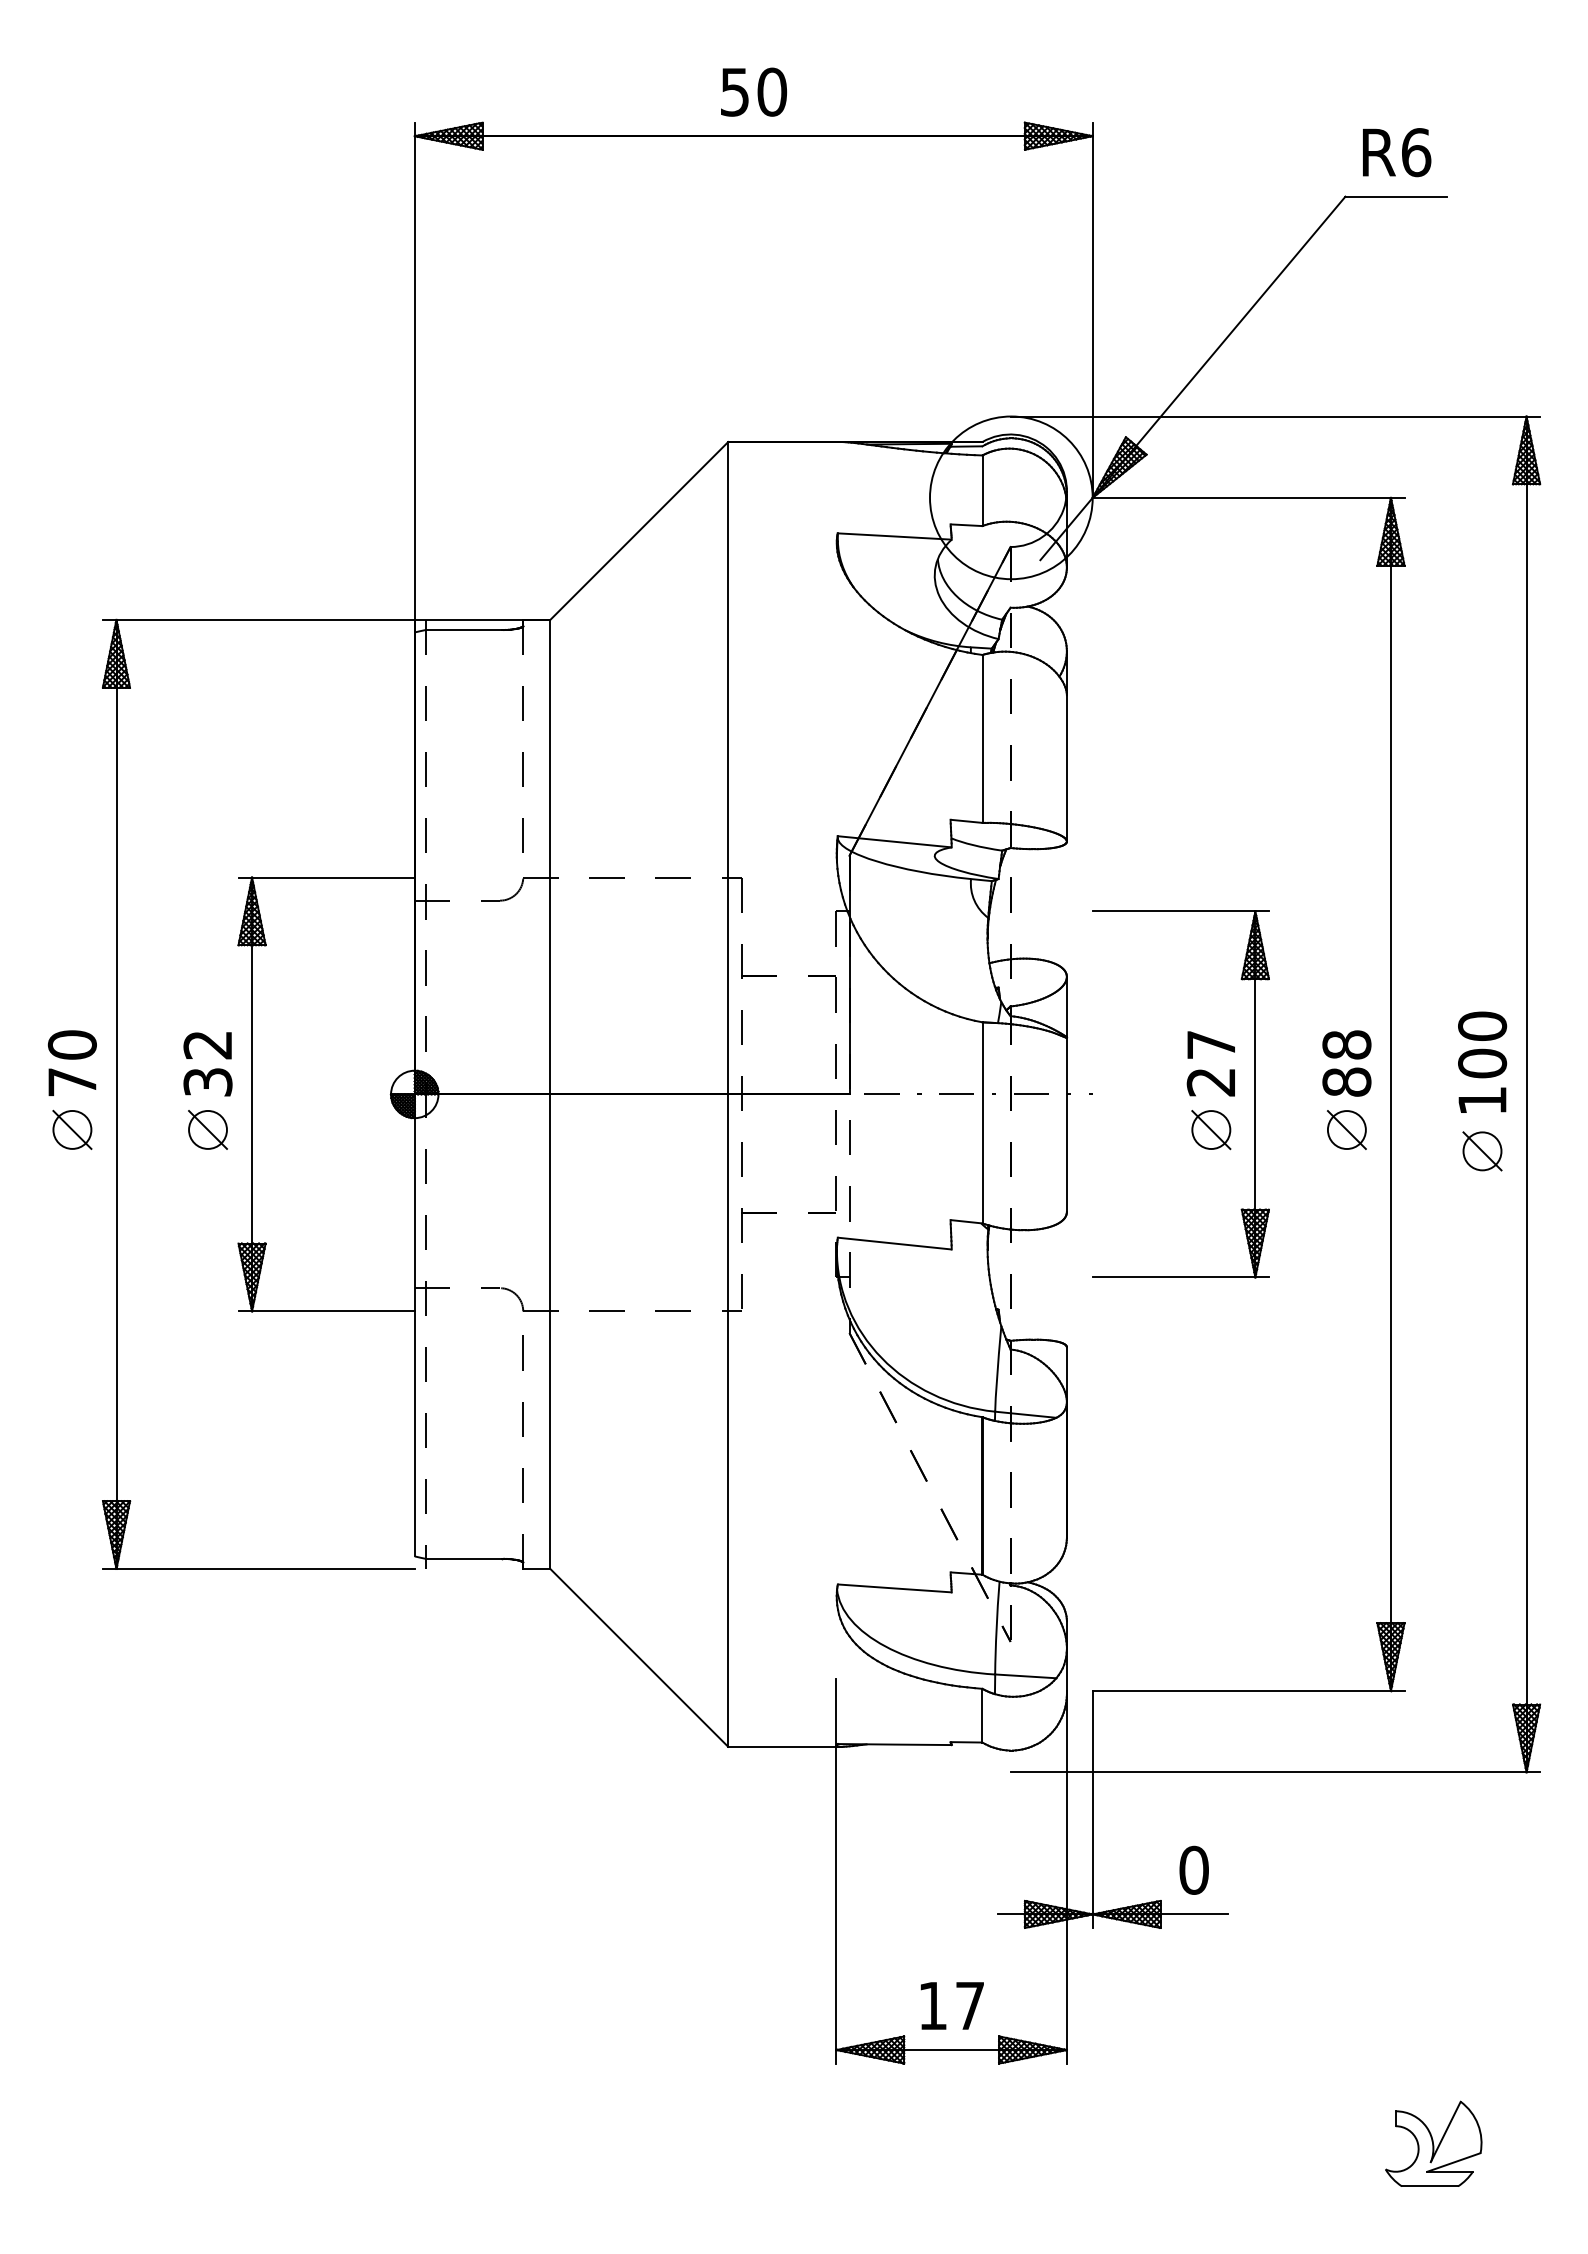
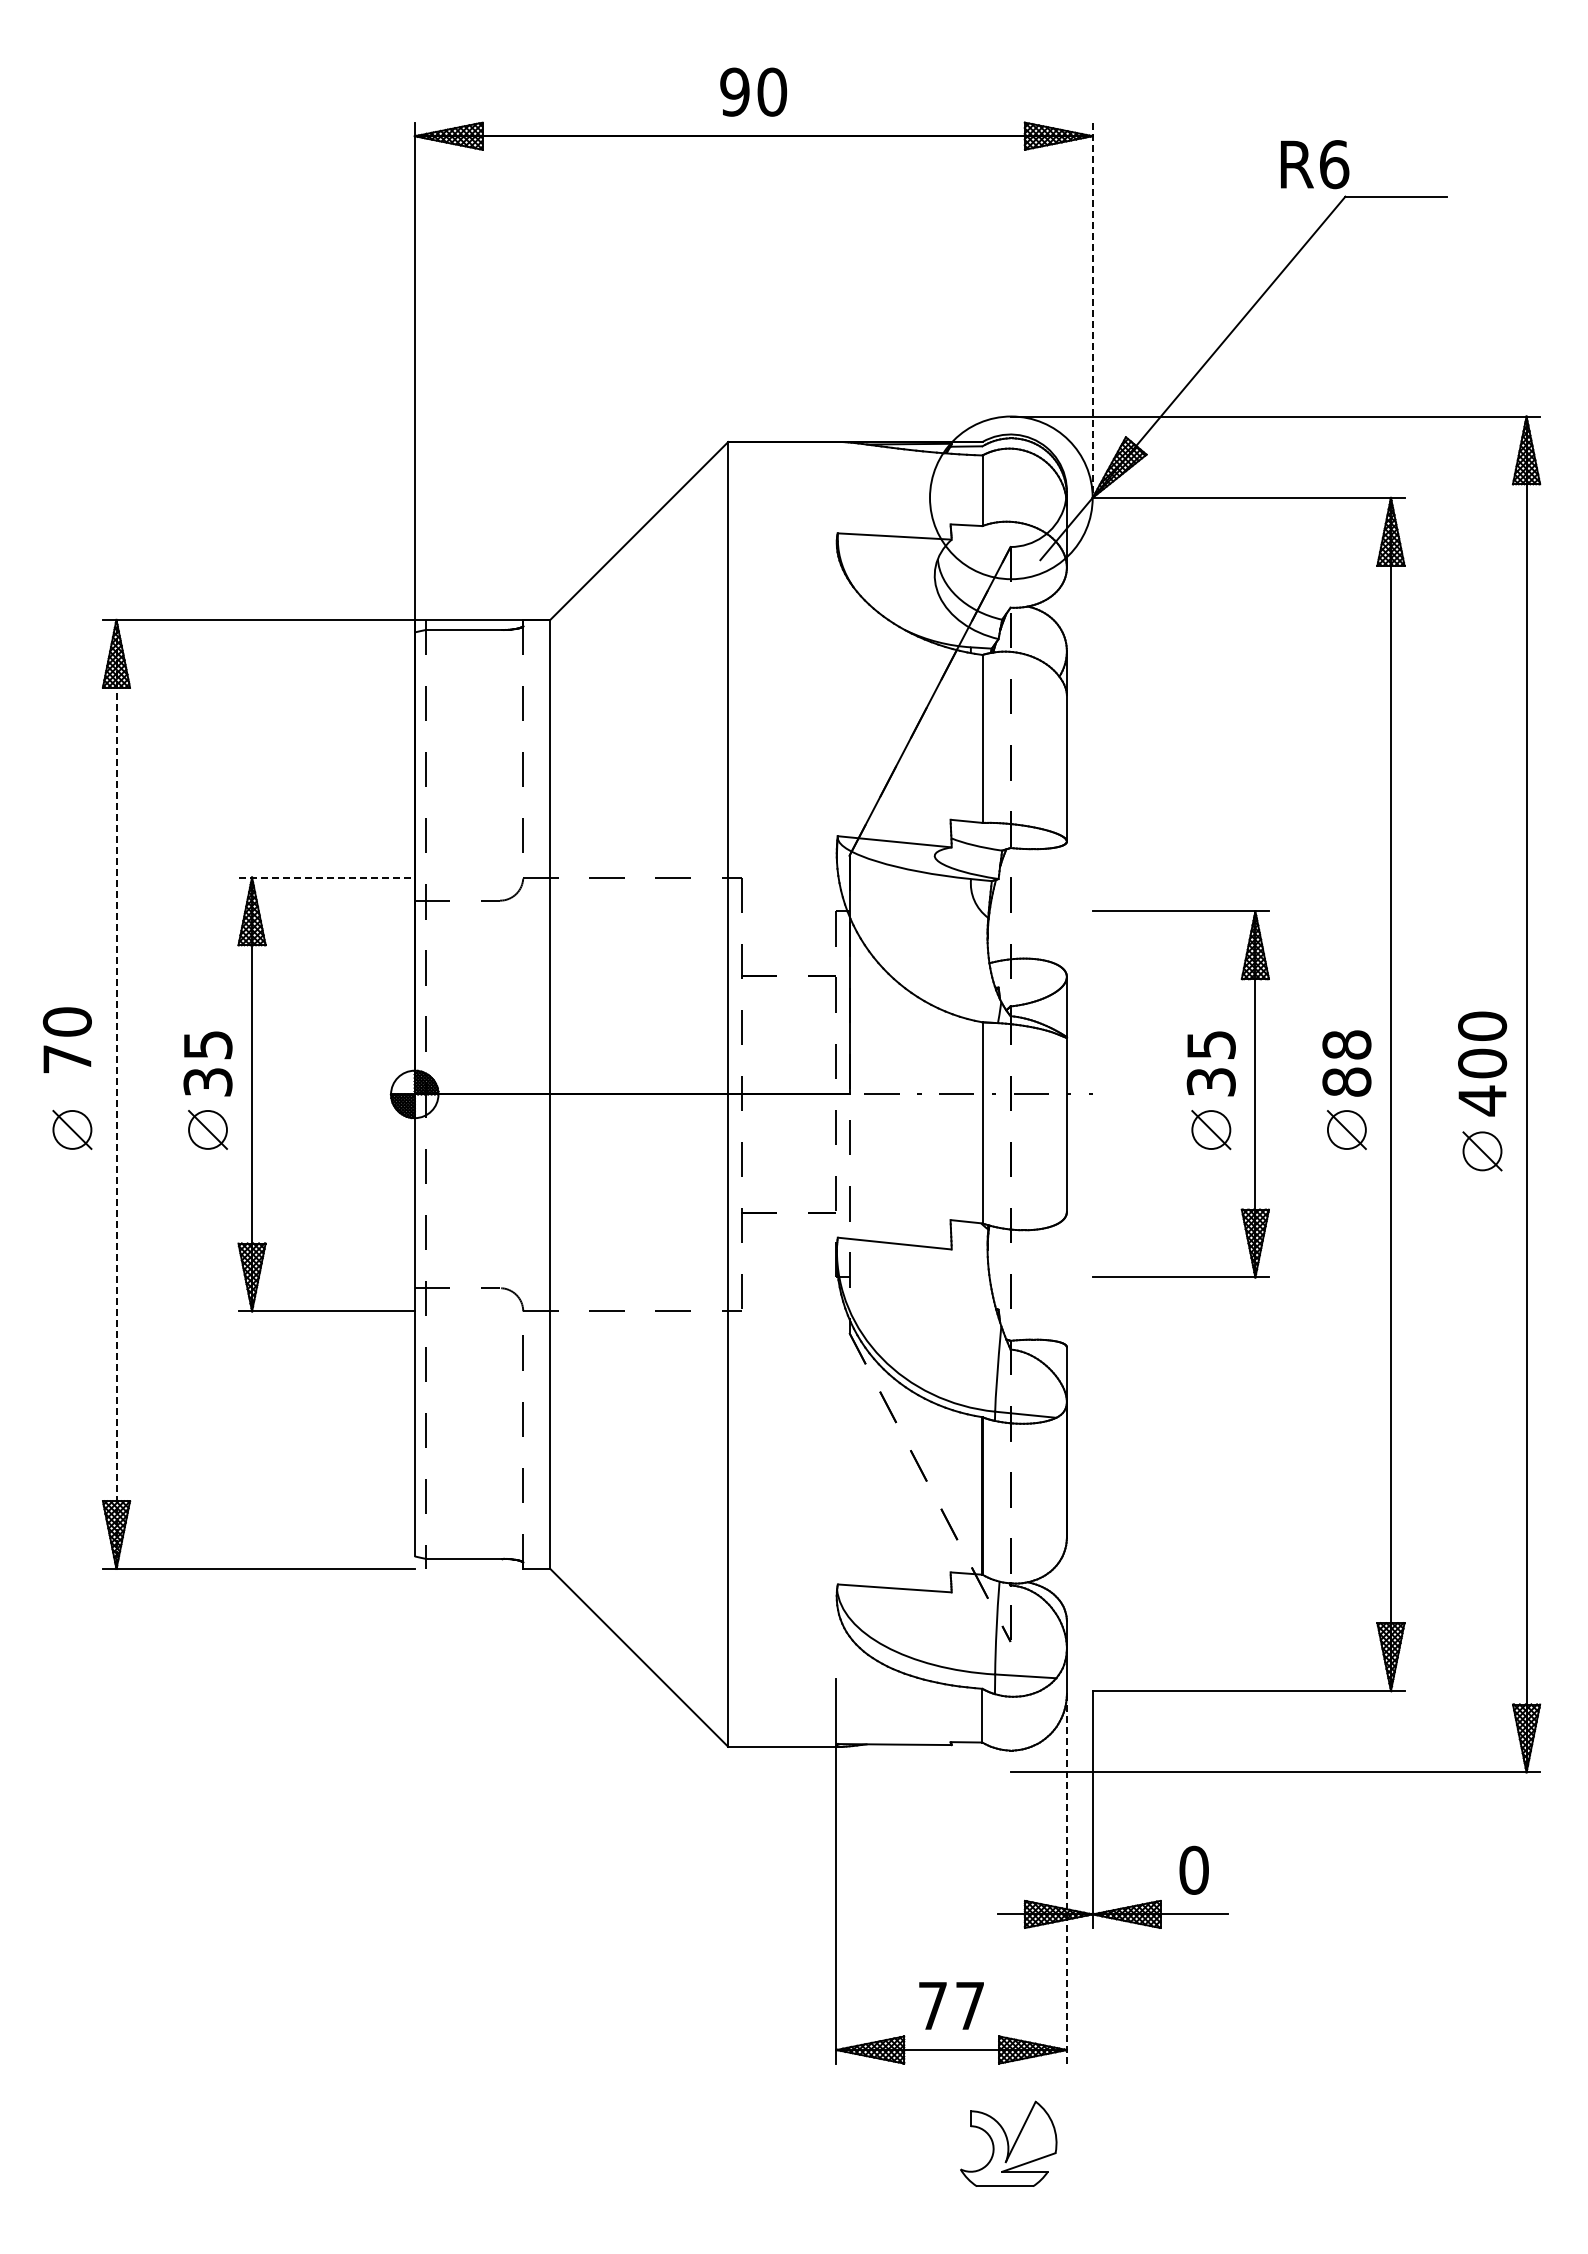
text at (734, 91): 50 -> 90
text at (1397, 152) position: (1397, 152) -> (1315, 164)
line at (1092, 310): solid -> dashed
line at (327, 877): solid -> dashed
text at (207, 1045): 32 -> 35
text at (71, 1062) position: (71, 1062) -> (66, 1039)
text at (1211, 1063): 27 -> 35
line at (116, 1094): solid -> dashed
text at (1482, 1100): 100 -> 400
line at (1066, 1876): solid -> dashed
text at (932, 2005): 17 -> 77
part at (1433, 2143) position: (1433, 2143) -> (1008, 2143)
